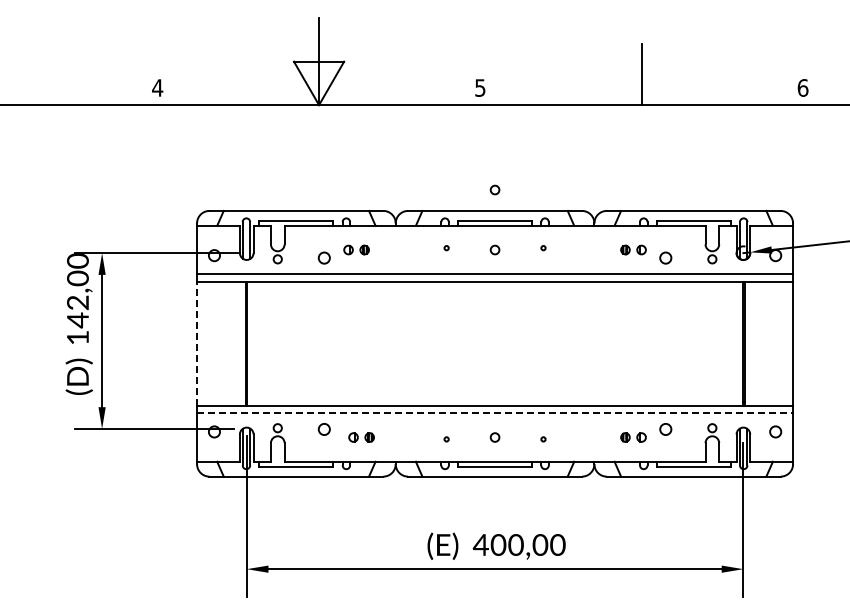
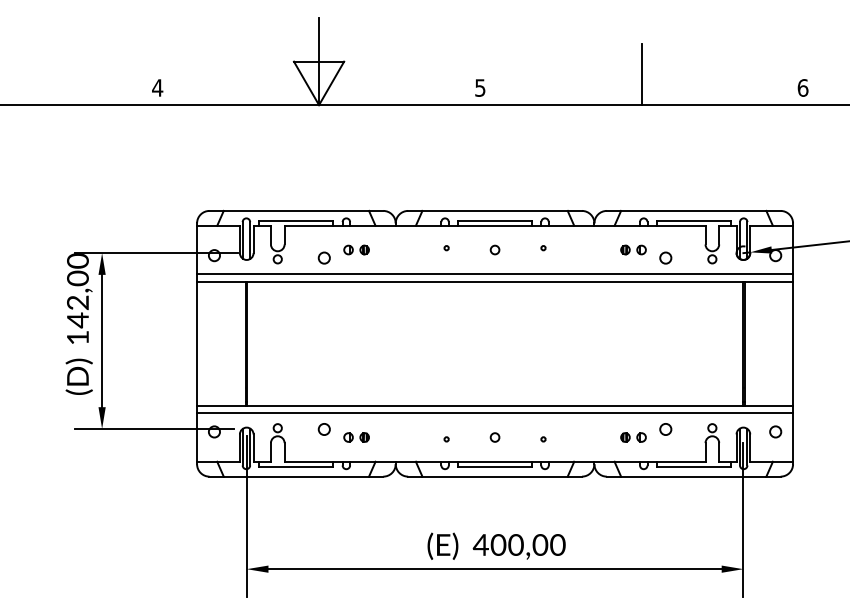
circle at (494, 189): present -> none
line at (197, 343): dashed -> solid
line at (495, 413): dashed -> solid
part at (361, 437) position: (361, 437) -> (356, 437)
